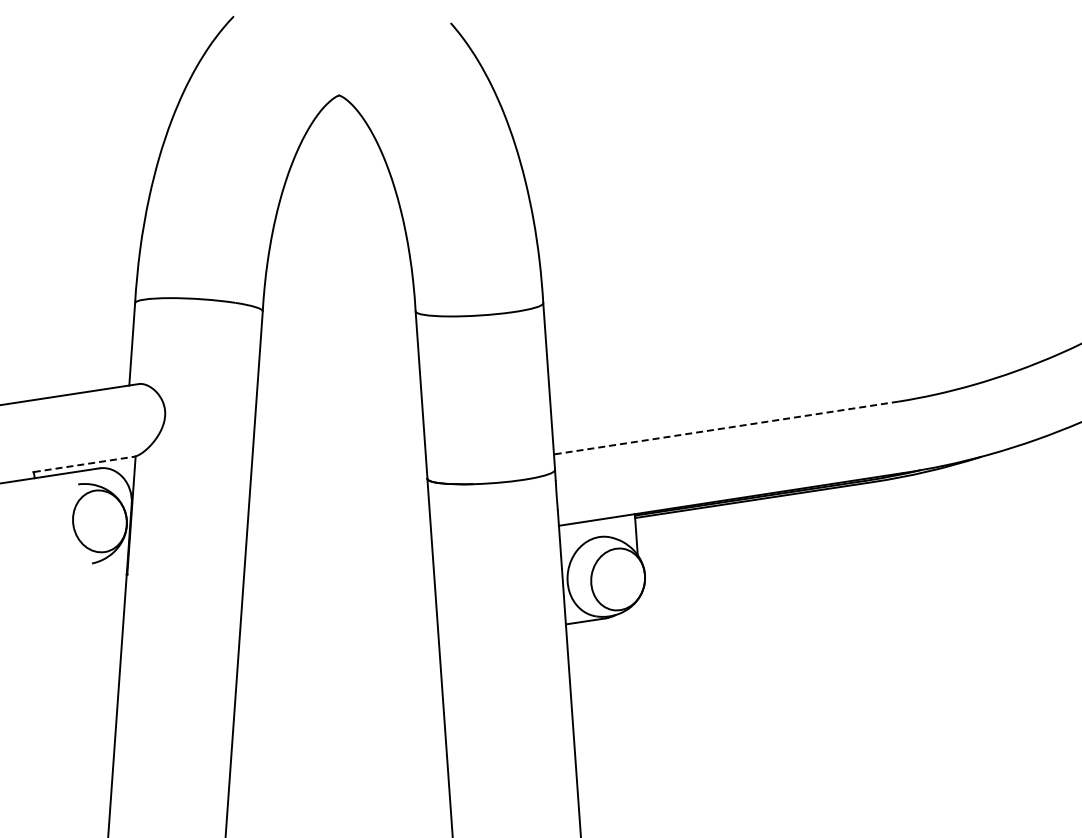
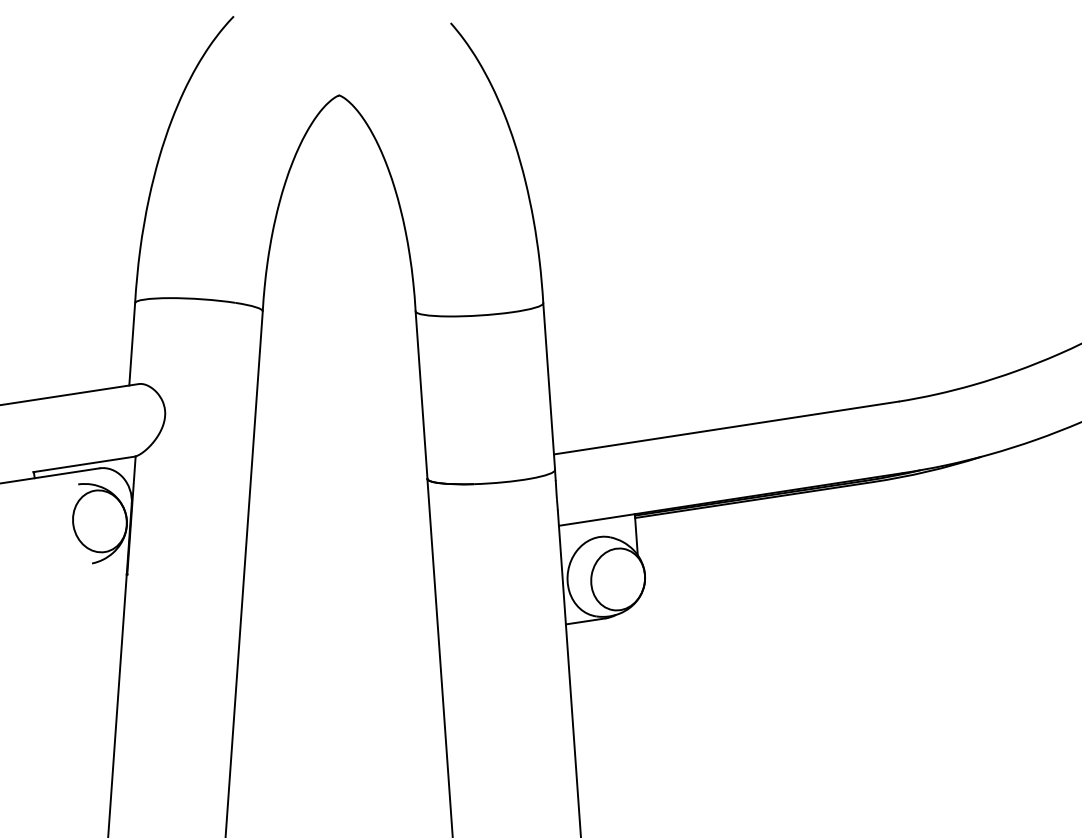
line at (725, 428): dashed -> solid
line at (84, 464): dashed -> solid
